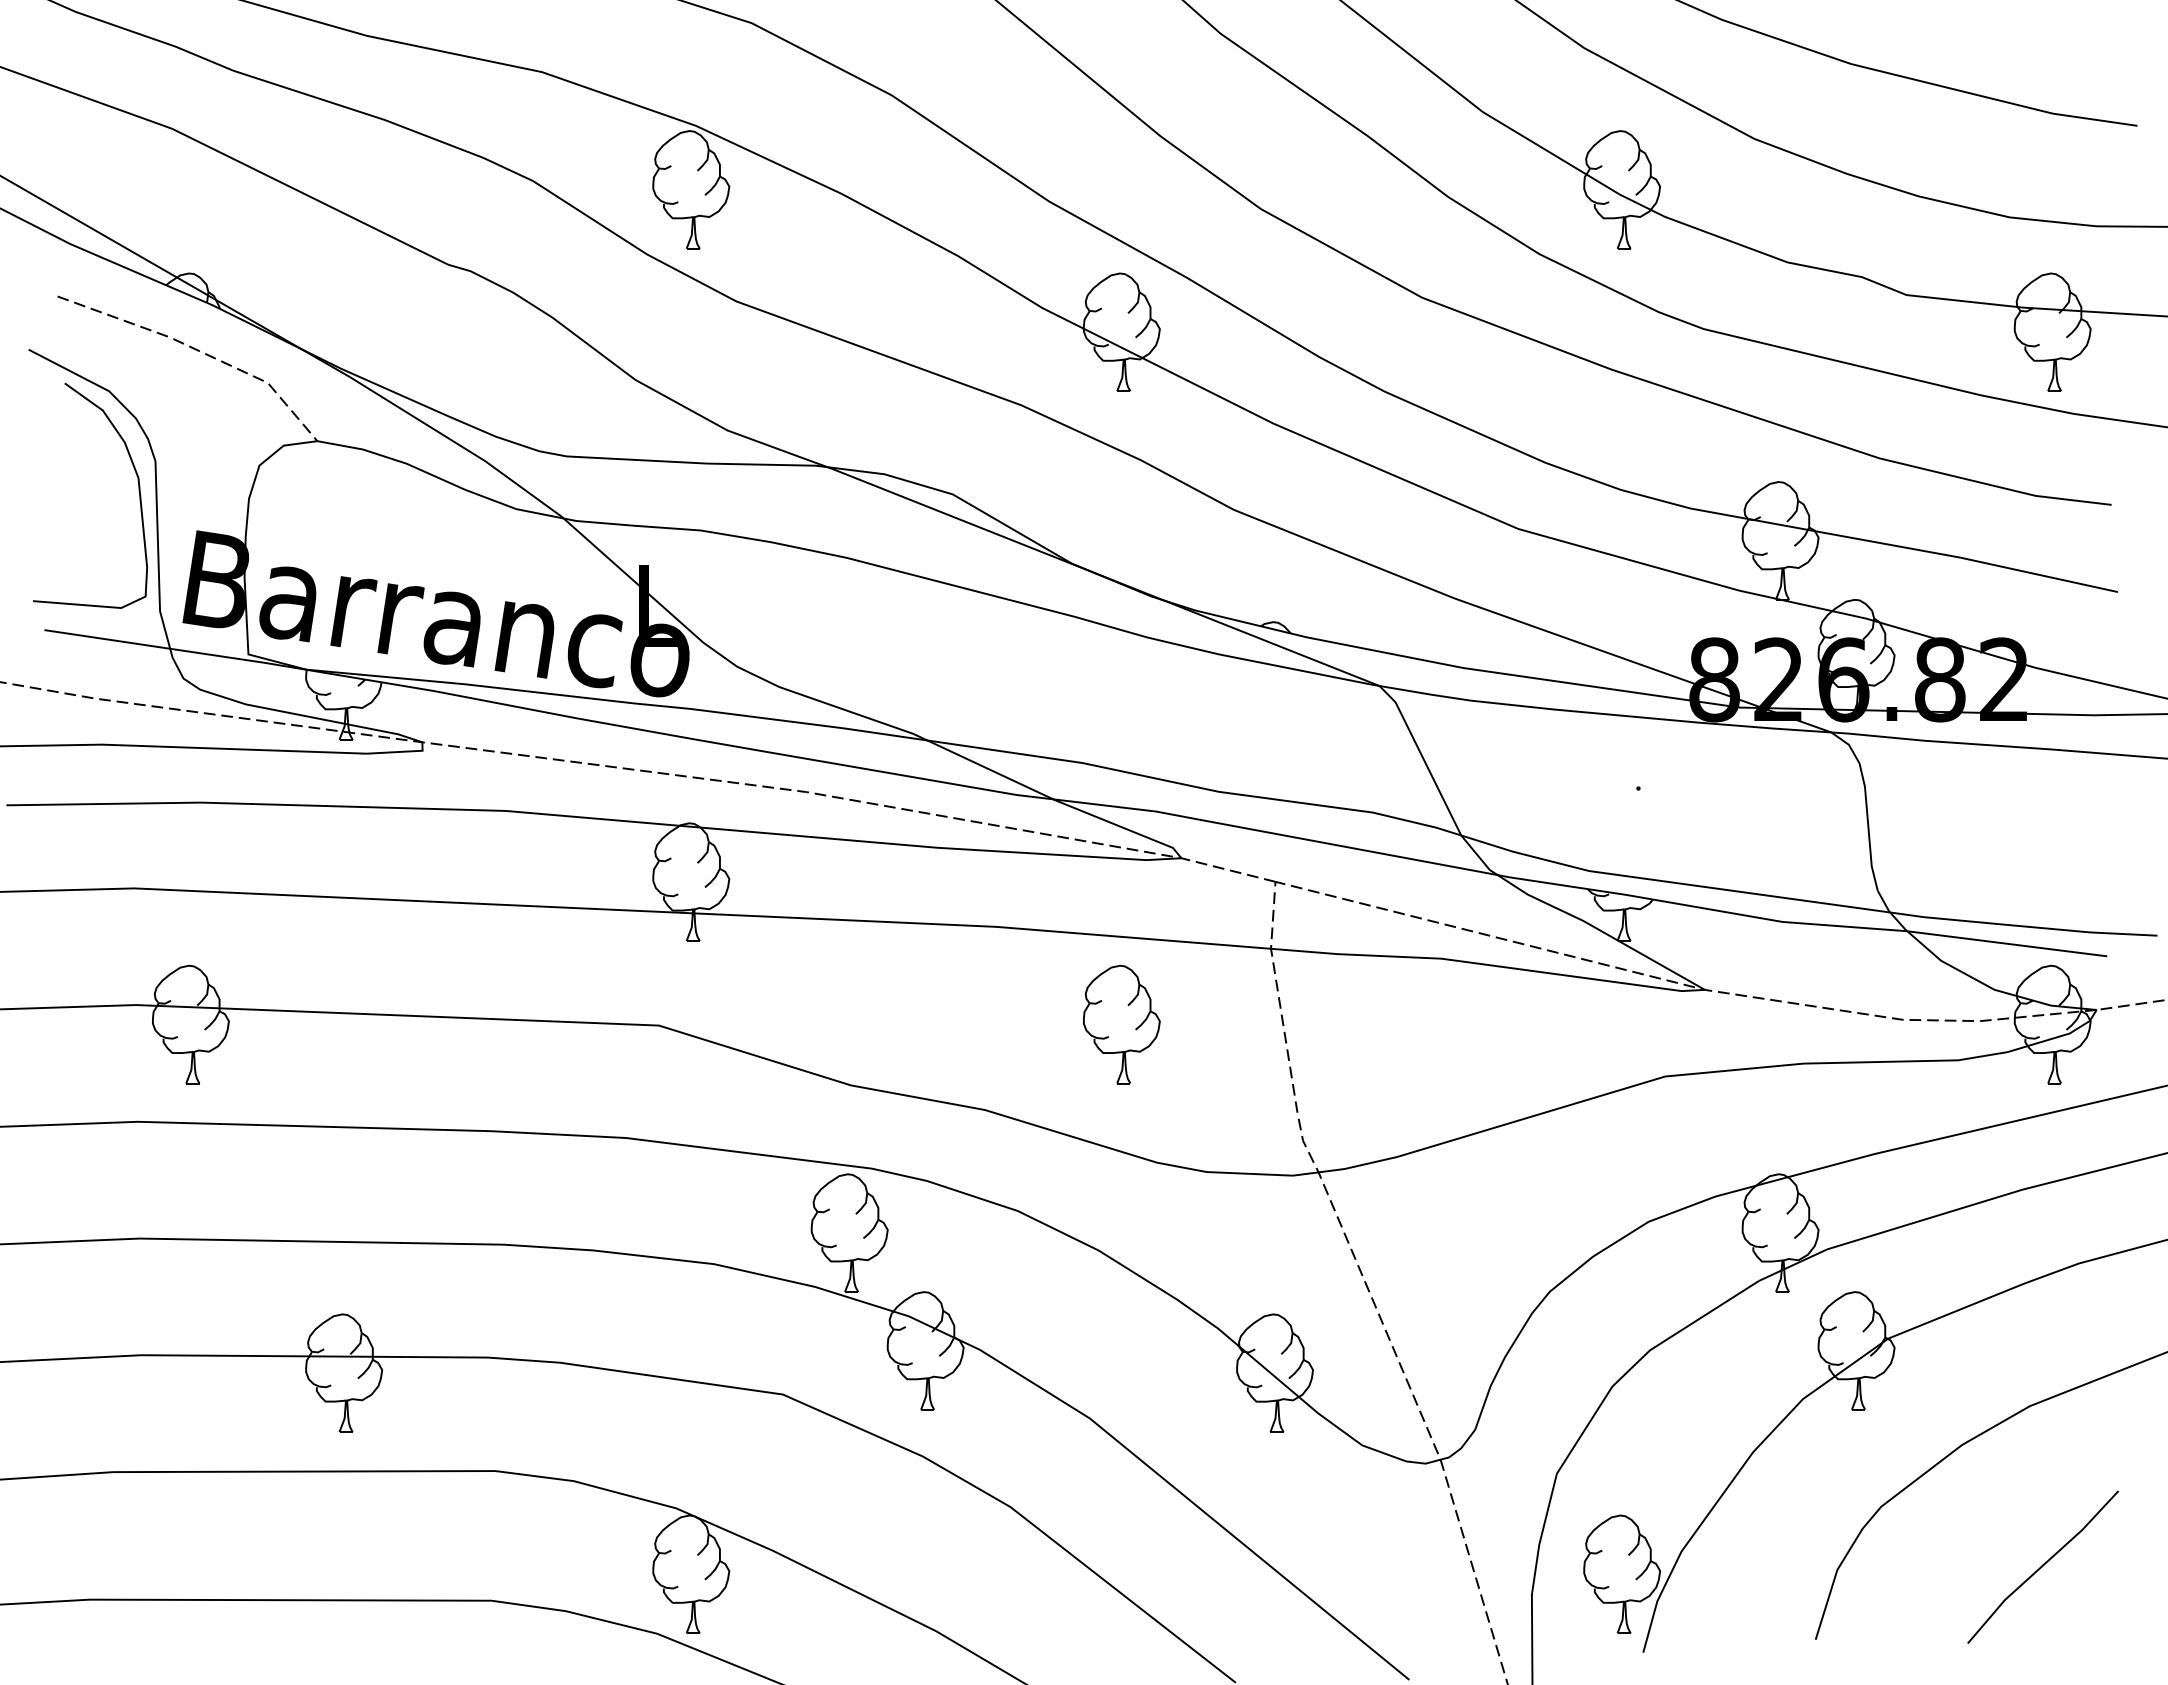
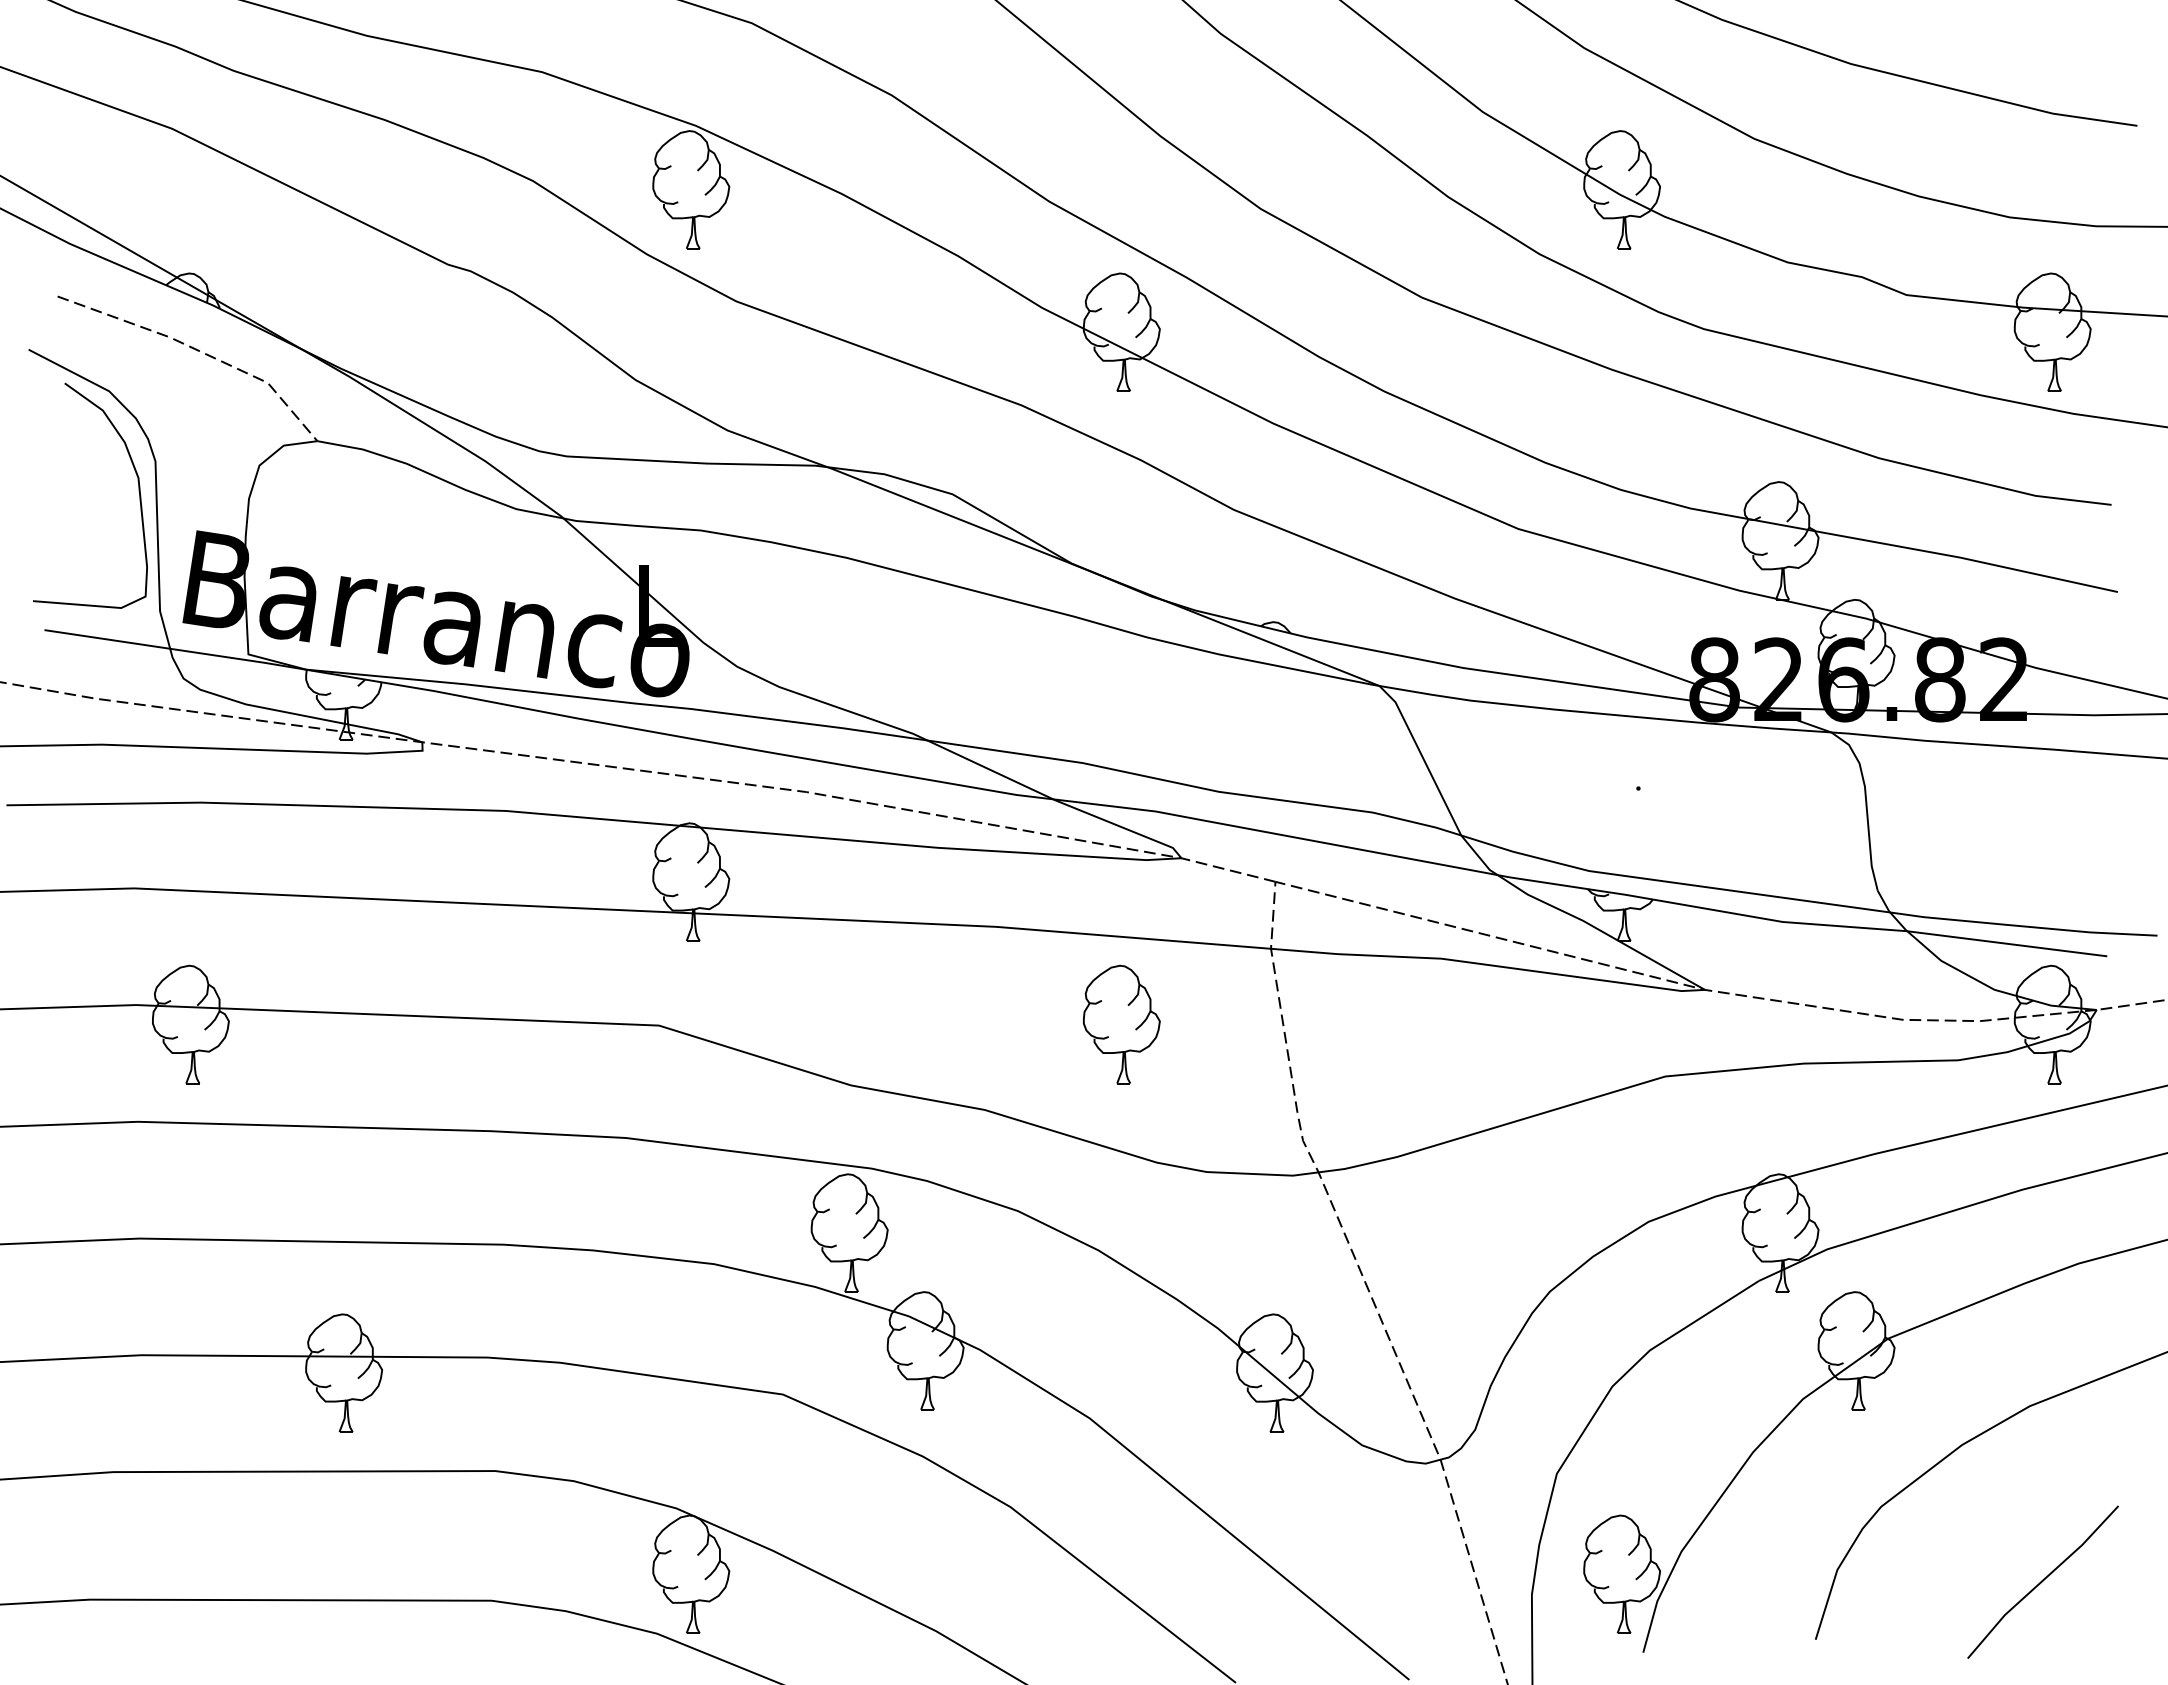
line at (2042, 1566) position: (2042, 1566) -> (2042, 1581)
